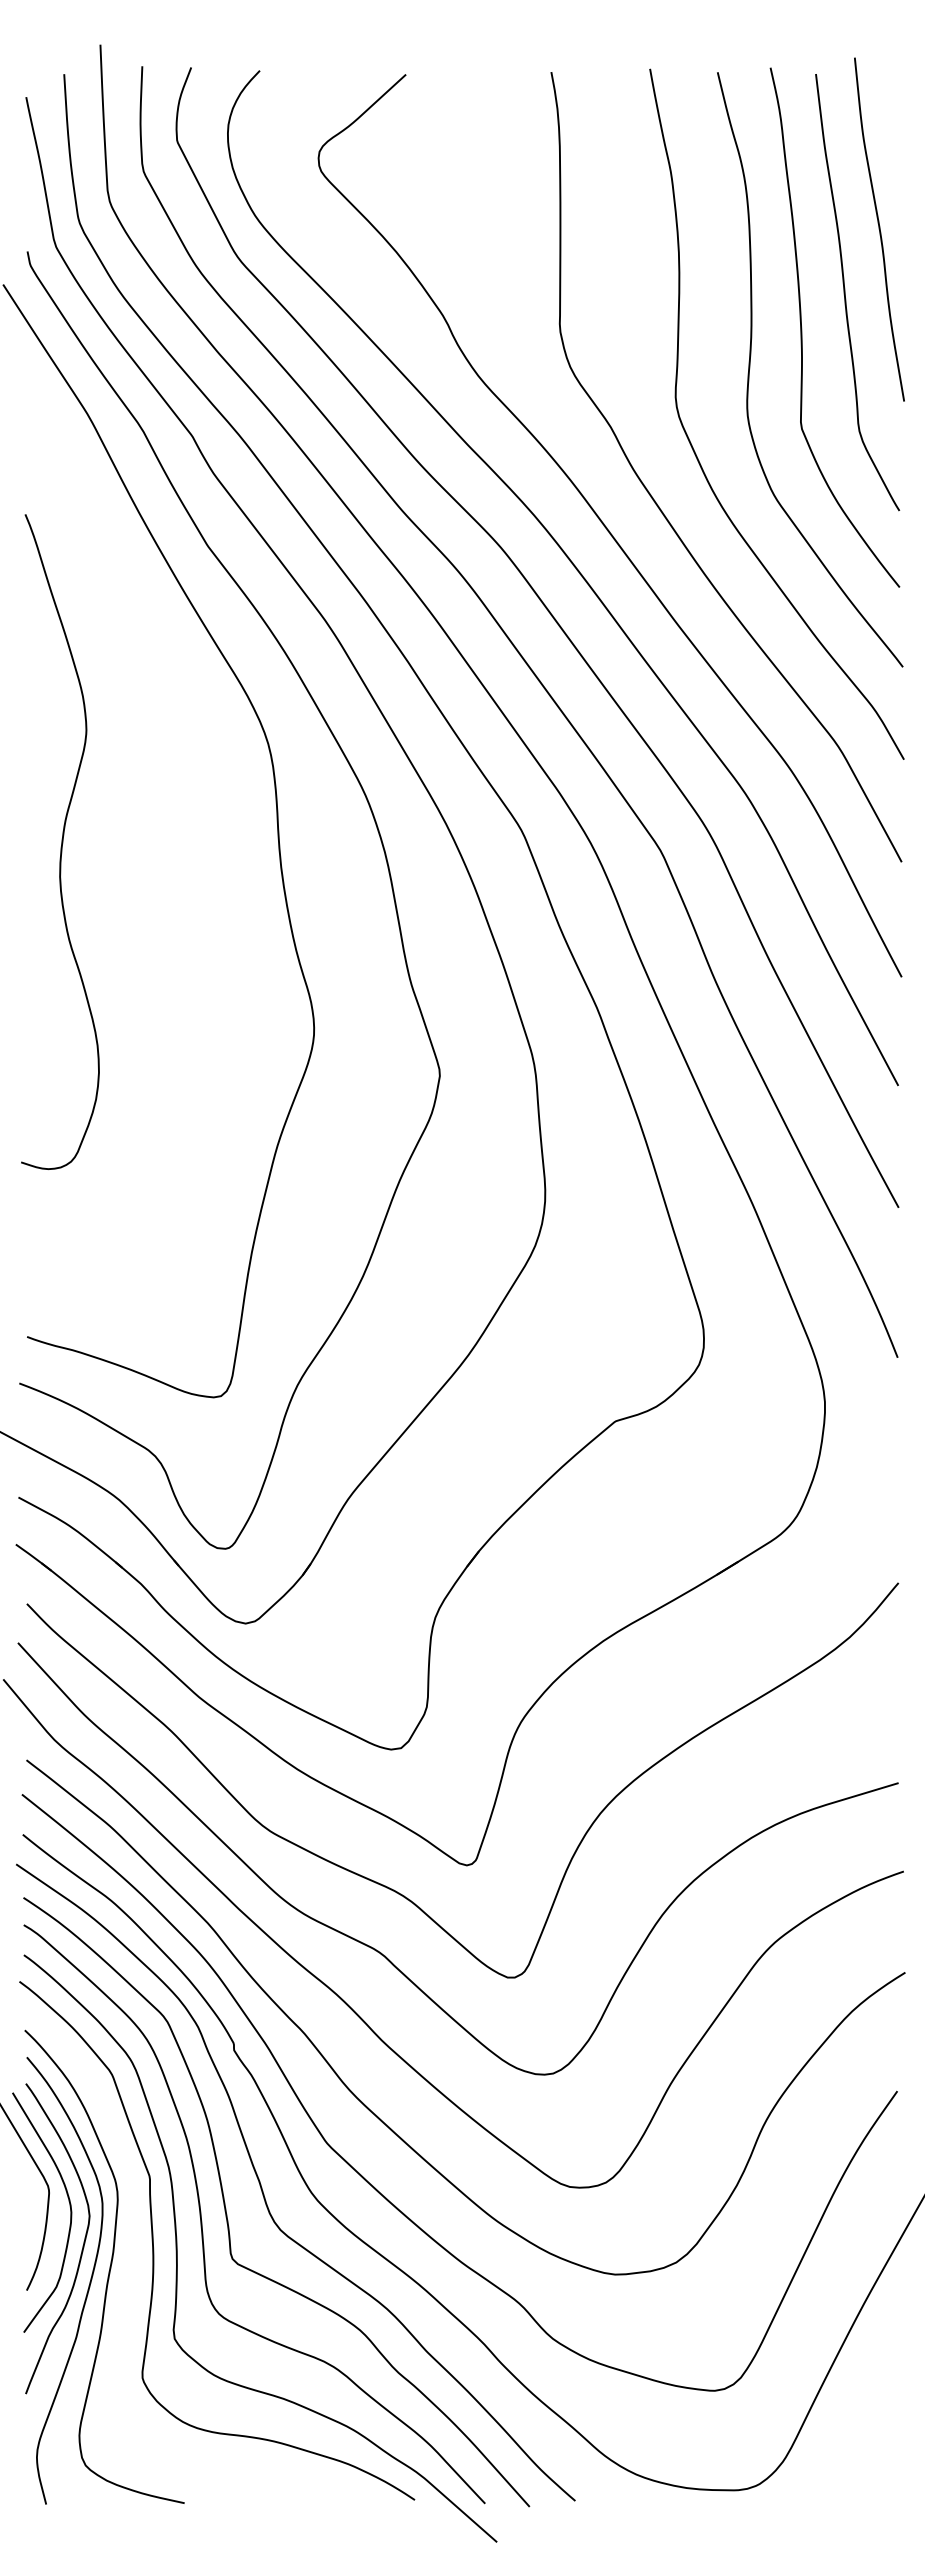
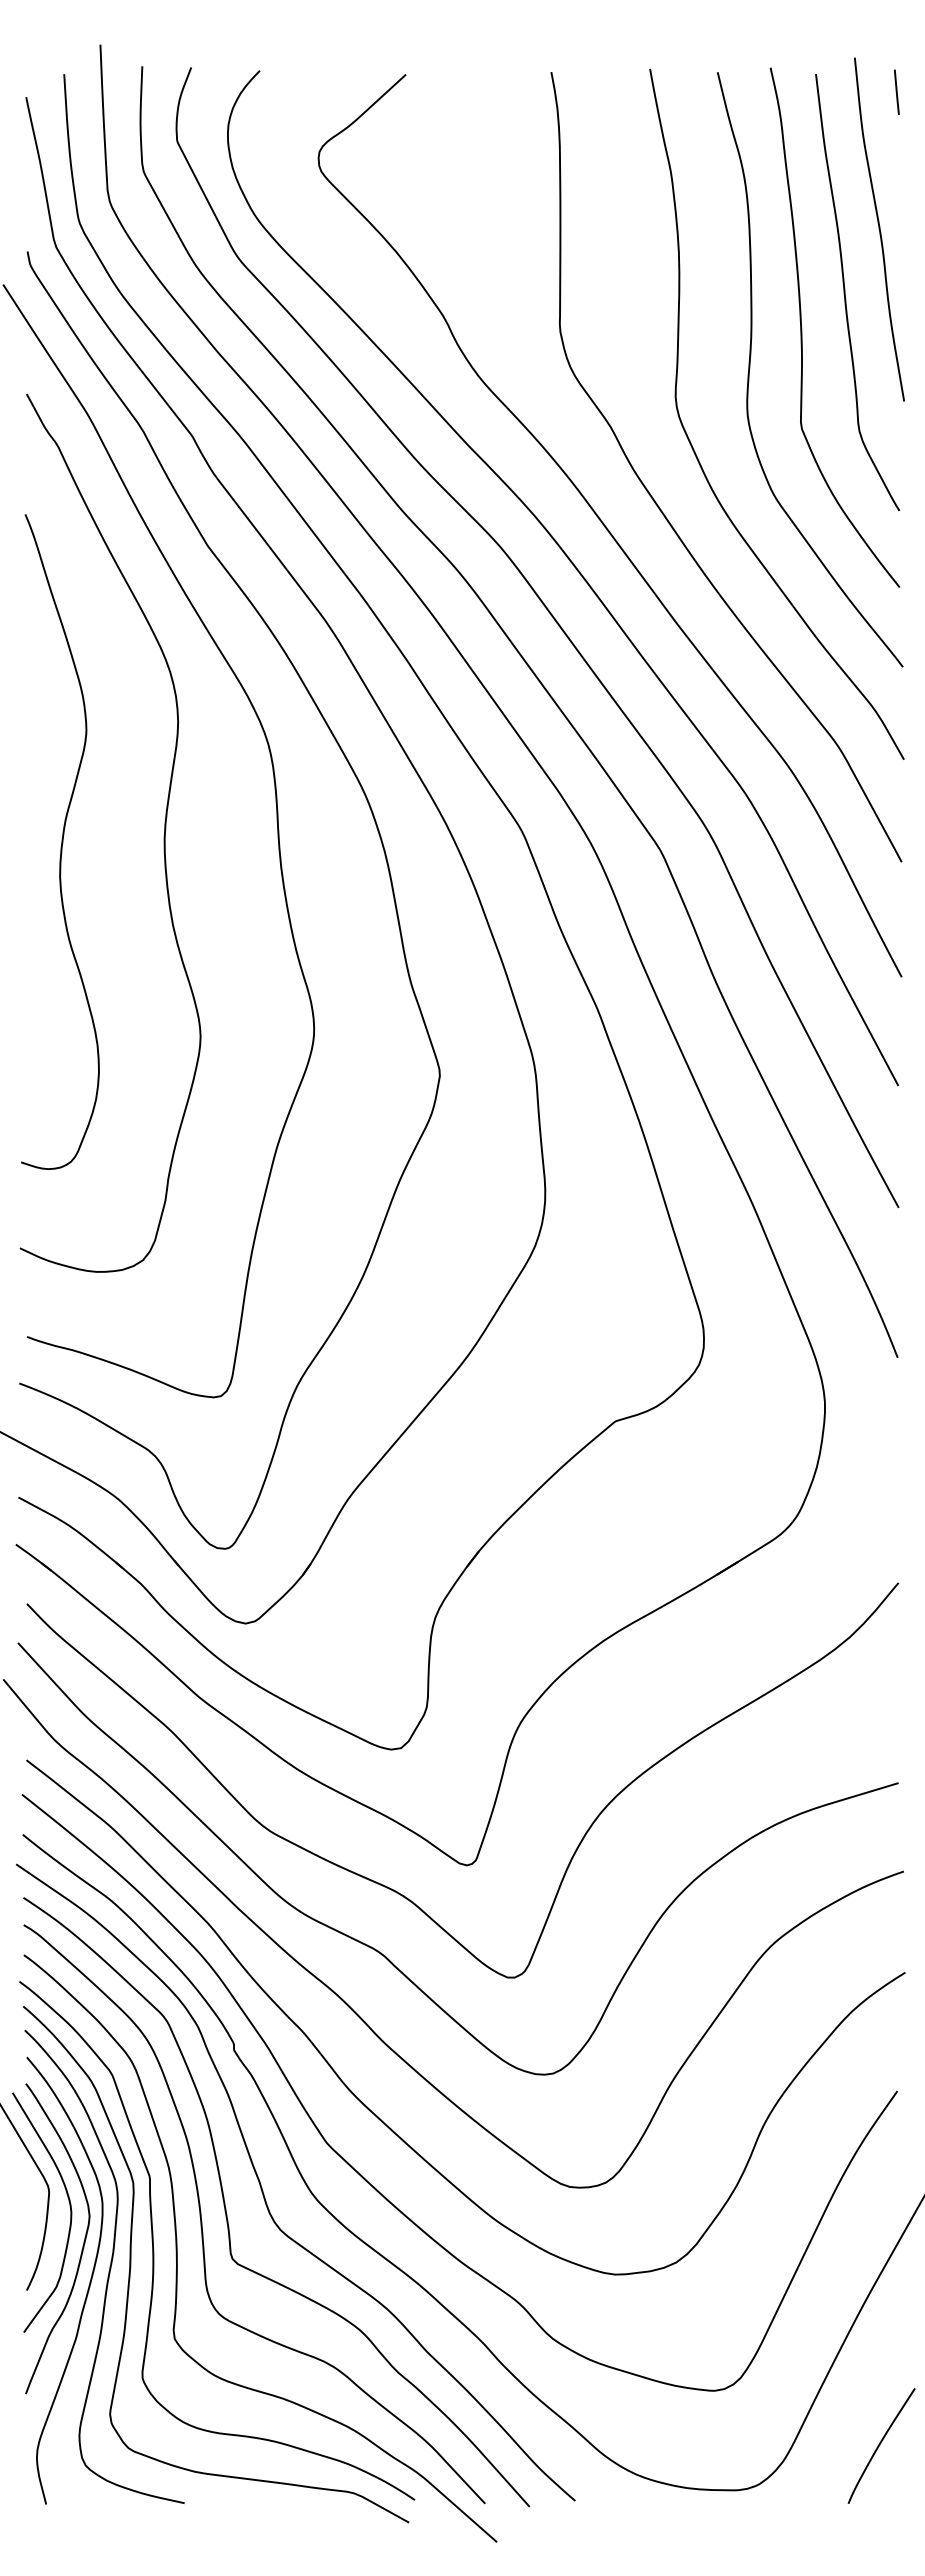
line at (896, 92): none -> present
curve at (163, 836): none -> present
curve at (131, 2264): none -> present
curve at (880, 2444): none -> present
